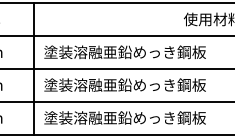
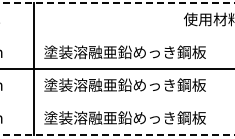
line at (117, 3): solid -> dashed
line at (116, 36): present -> none
line at (116, 101): present -> none
line at (117, 134): solid -> dashed
